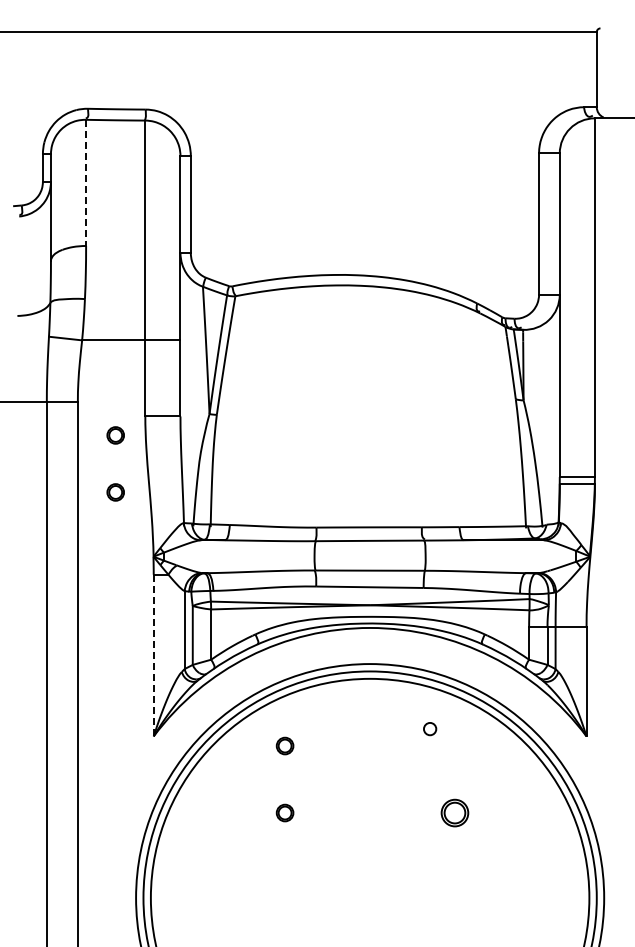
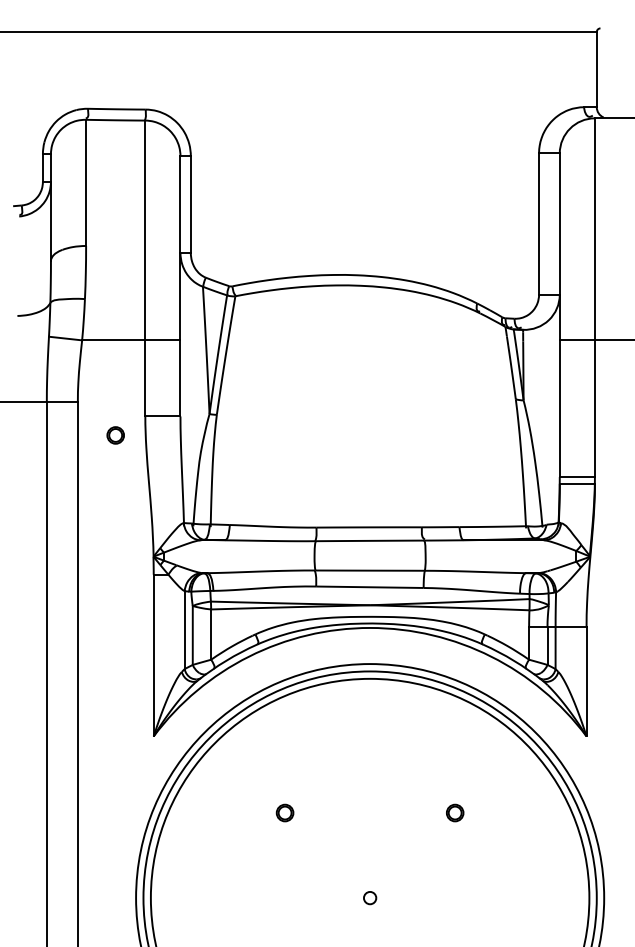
line at (86, 183): dashed -> solid
line at (595, 340): none -> present
circle at (115, 492): present -> none
line at (153, 655): dashed -> solid
circle at (430, 729) position: (430, 729) -> (370, 898)
part at (284, 745): present -> none
part at (454, 812) size: 30x30 px -> 19x20 px
